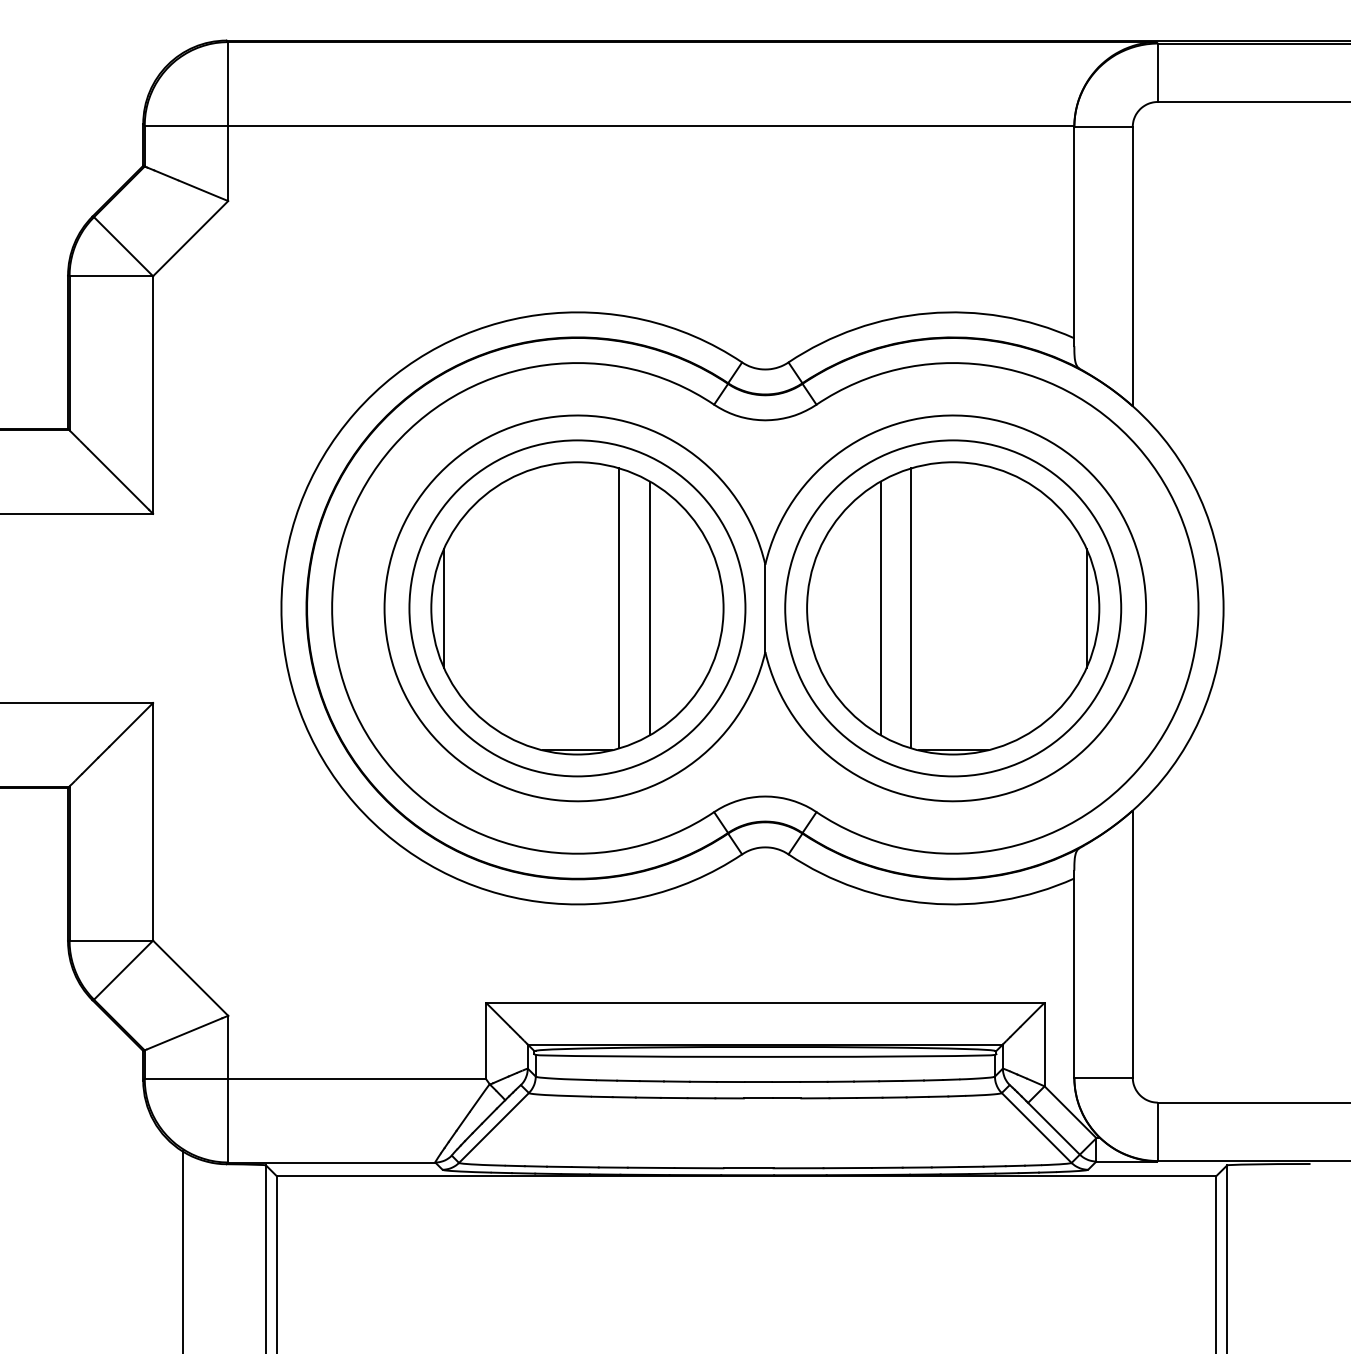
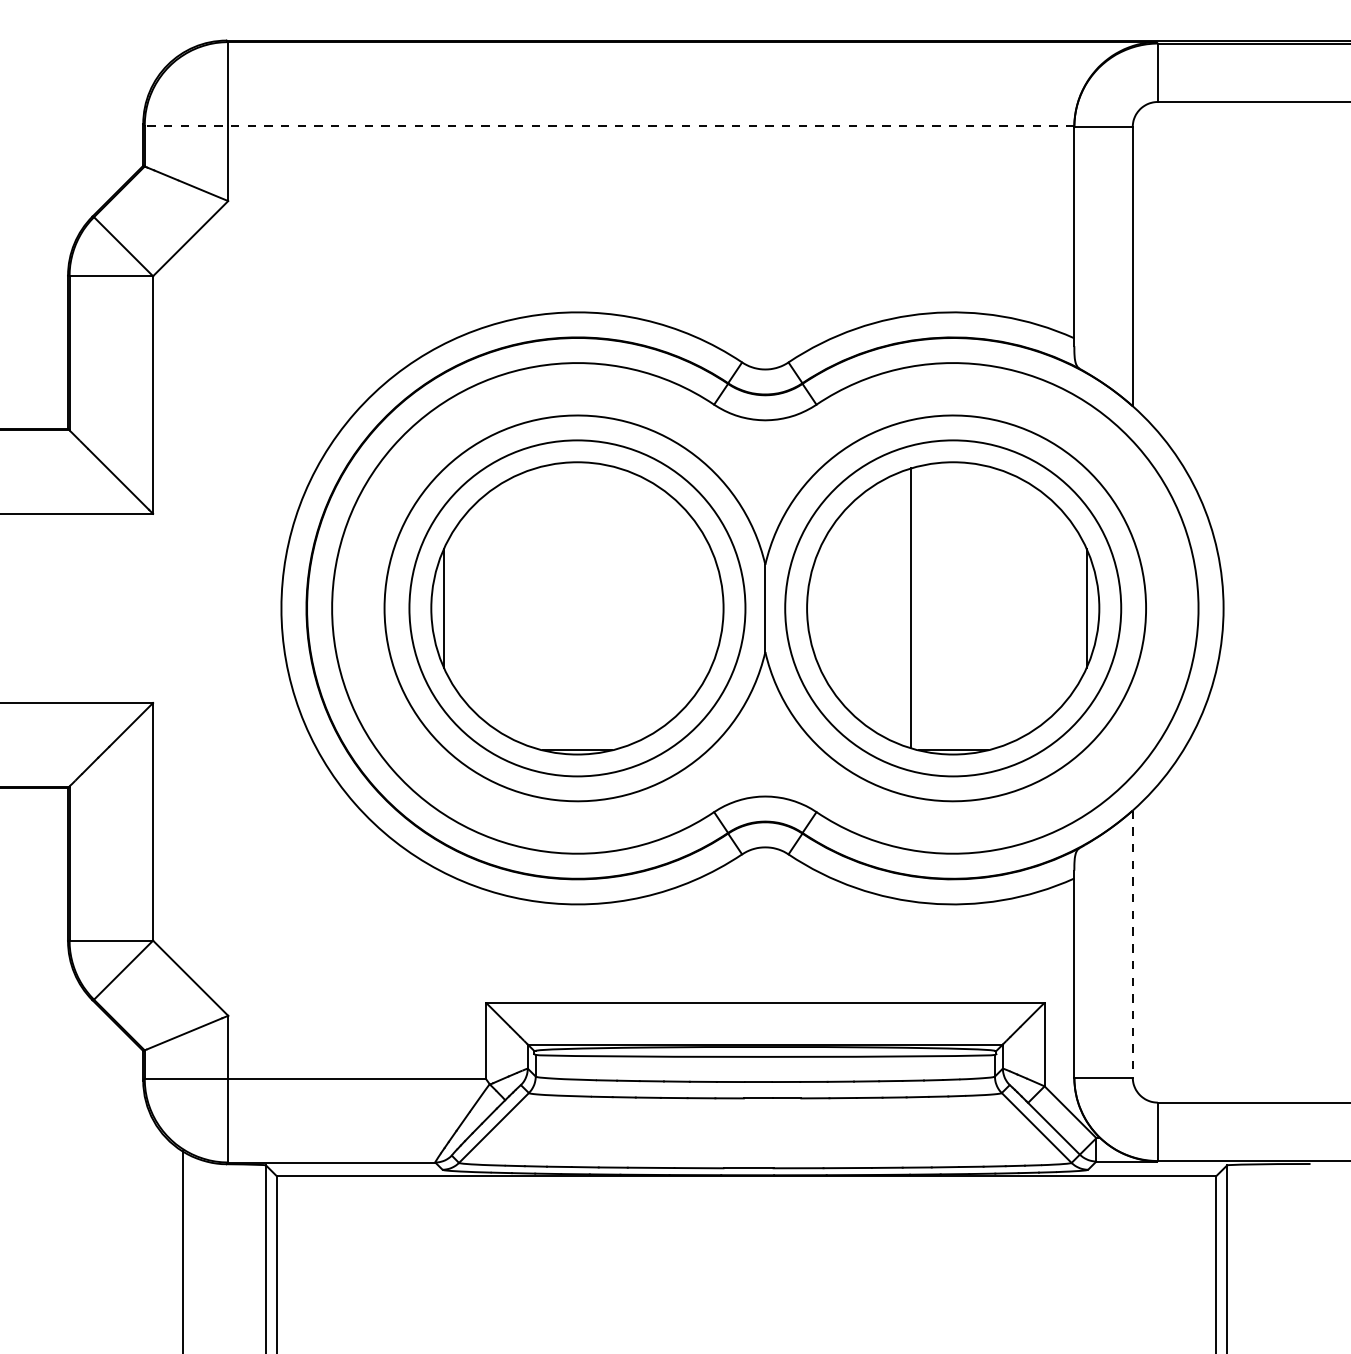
line at (609, 125): solid -> dashed
line at (619, 608): present -> none
line at (649, 608): present -> none
line at (880, 608): present -> none
line at (1132, 944): solid -> dashed
